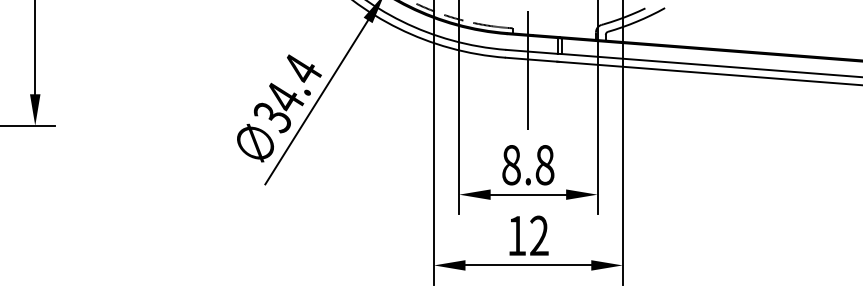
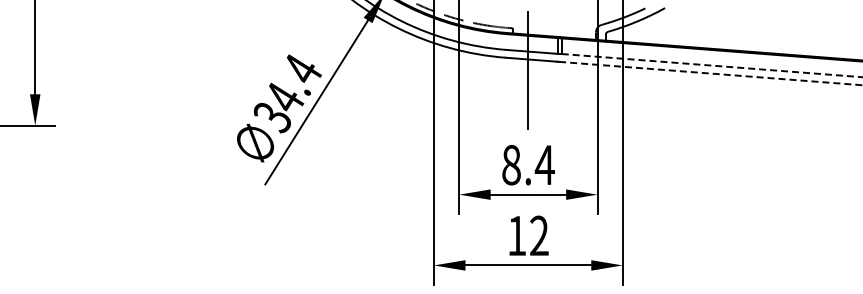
line at (712, 65): solid -> dashed
line at (711, 73): solid -> dashed
text at (544, 165): 8.8 -> 8.4
